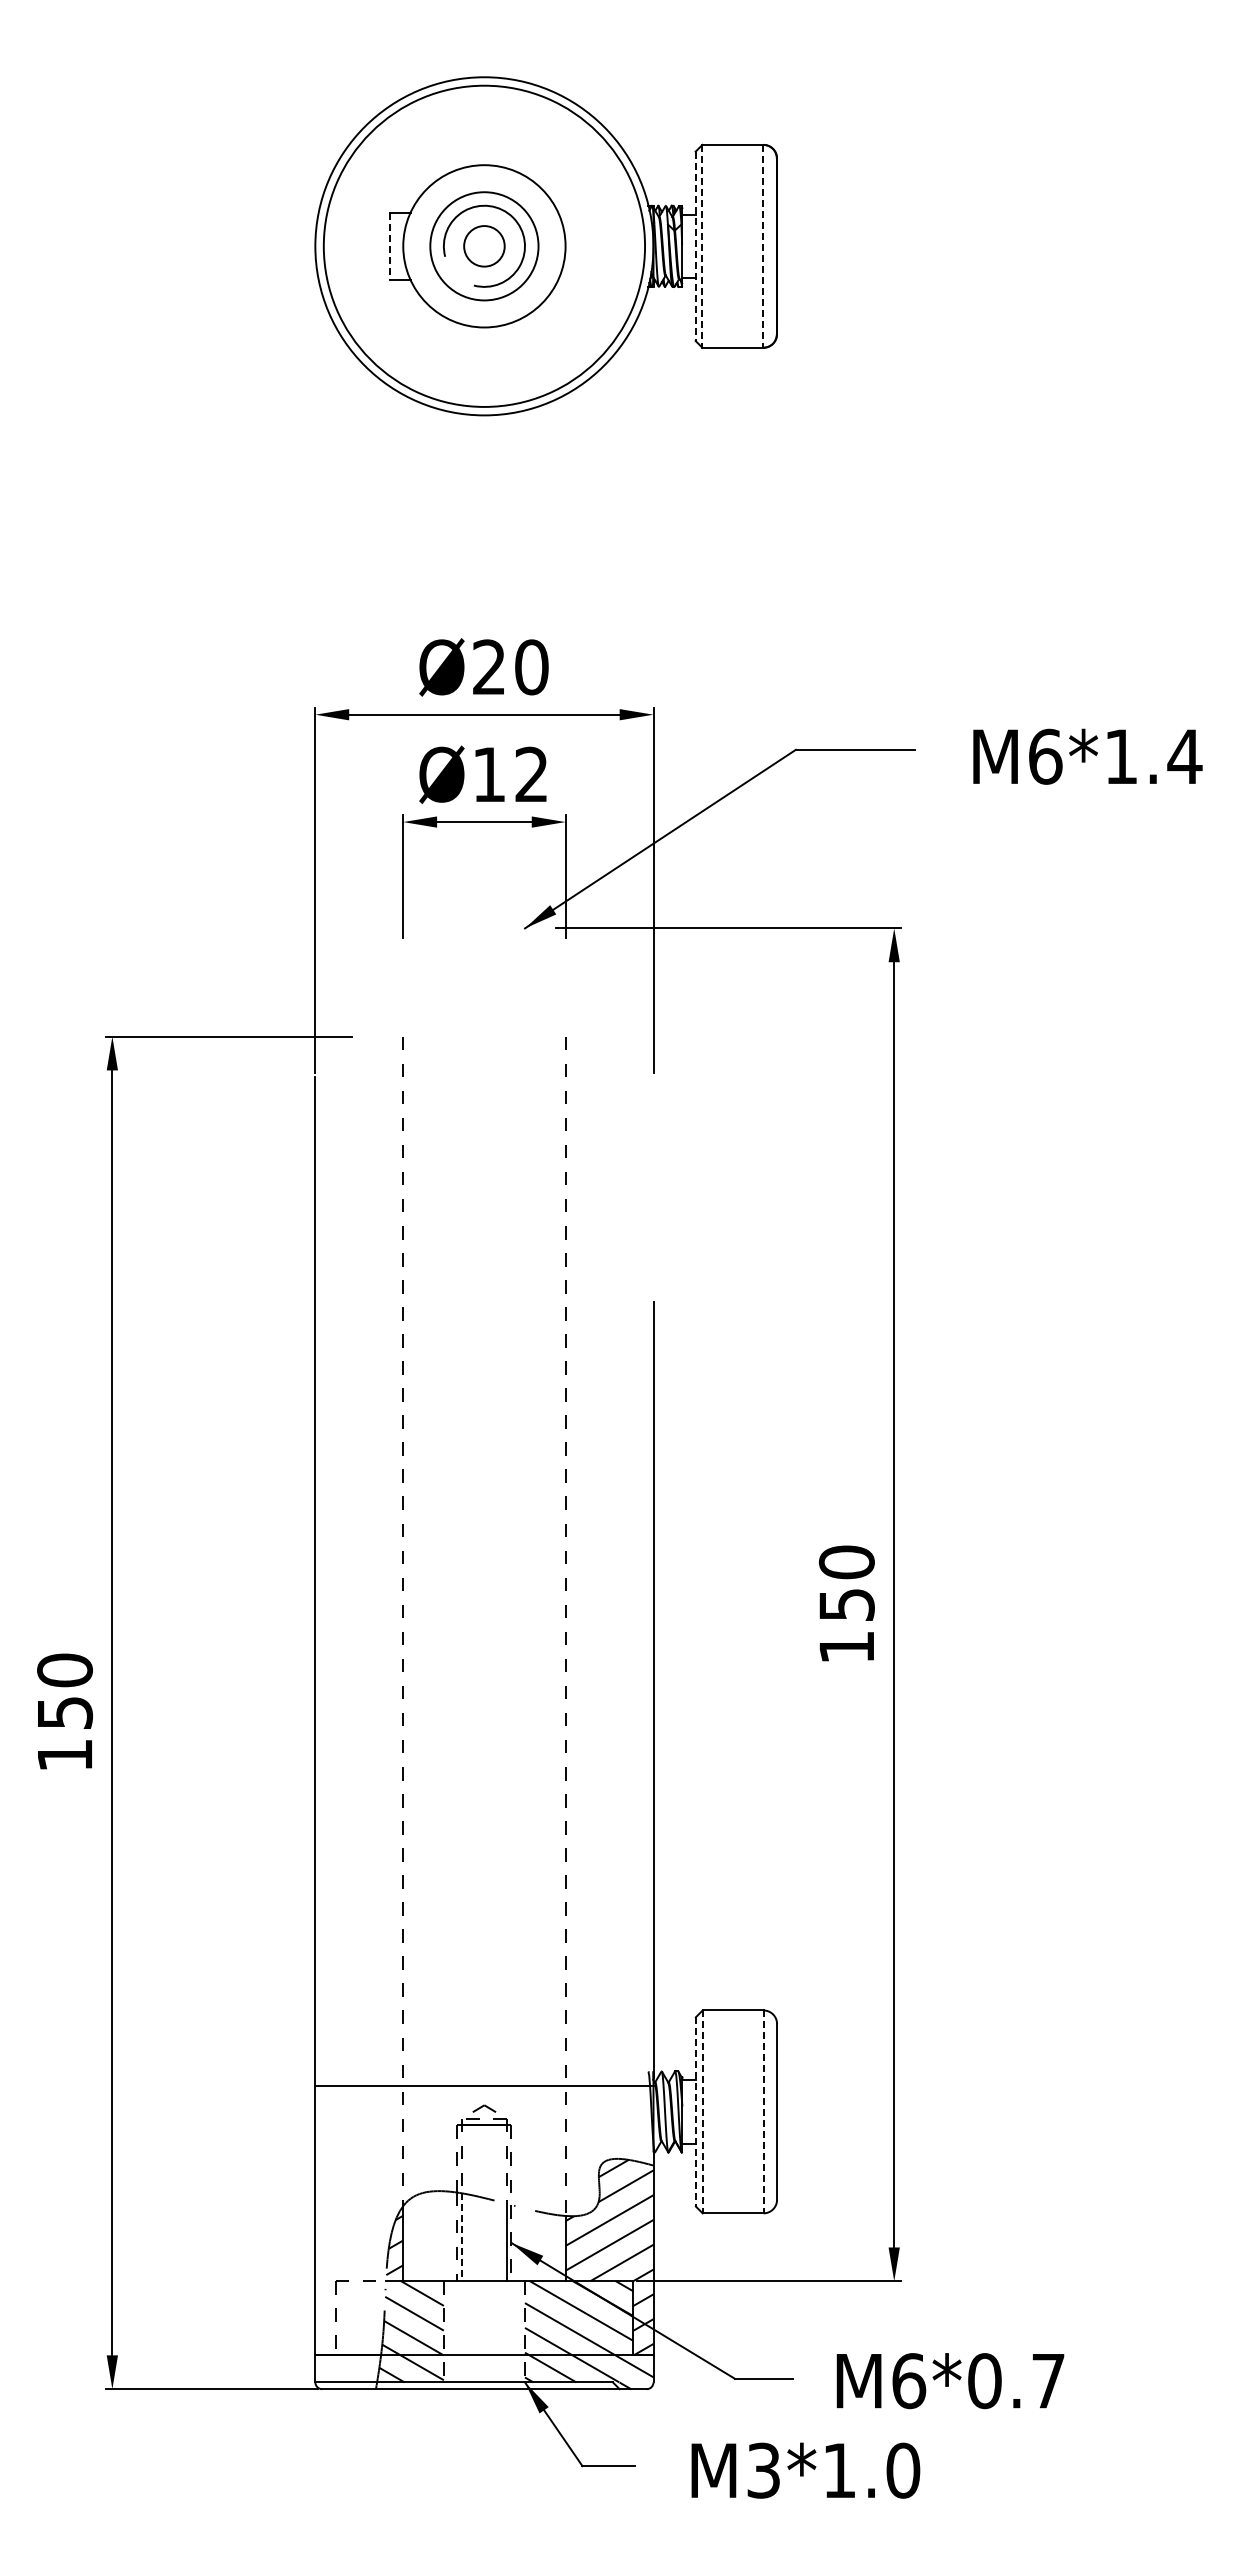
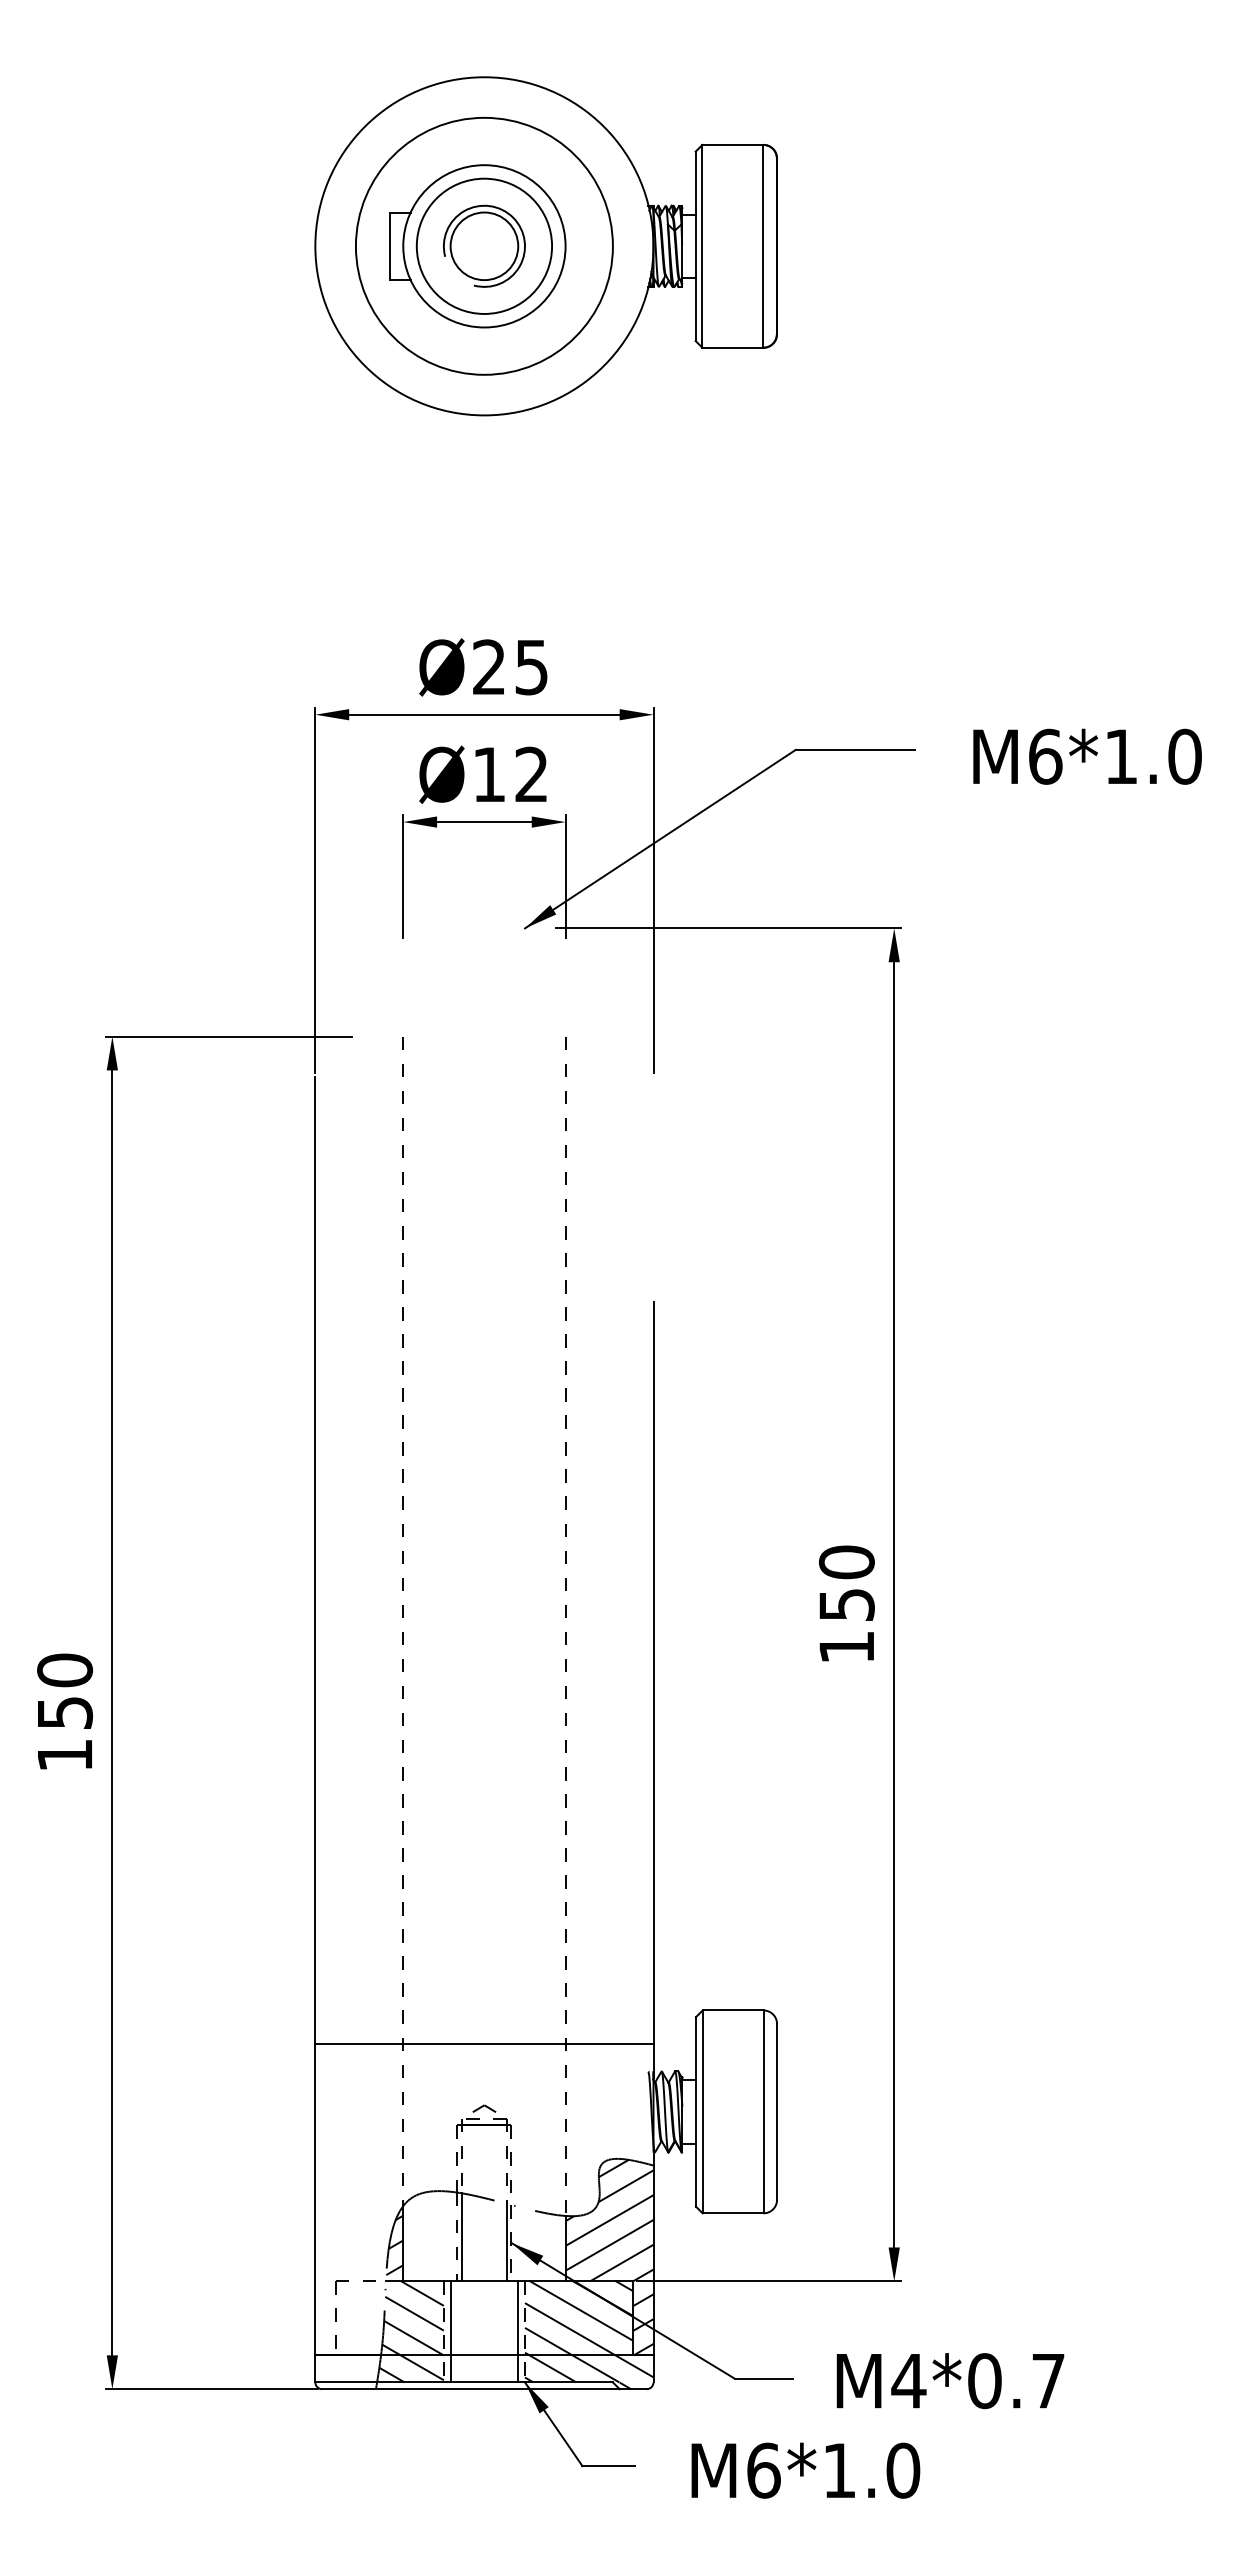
circle at (484, 245) diameter: 321 px -> 257 px
line at (389, 246): dashed -> solid
circle at (484, 246) diameter: 108 px -> 135 px
circle at (484, 246) diameter: 41 px -> 68 px
line at (695, 246): dashed -> solid
line at (702, 246): dashed -> solid
line at (763, 246): dashed -> solid
text at (531, 667): Ø20 -> Ø25
text at (1184, 756): M6*1.4 -> M6*1.0
line at (484, 2086) position: (484, 2086) -> (484, 2044)
line at (695, 2111): dashed -> solid
line at (702, 2112): dashed -> solid
line at (763, 2112): dashed -> solid
line at (462, 2237): dashed -> solid
line at (450, 2331): none -> present
line at (518, 2331): none -> present
text at (908, 2381): M6*0.7 -> M4*0.7
text at (763, 2470): M3*1.0 -> M6*1.0
